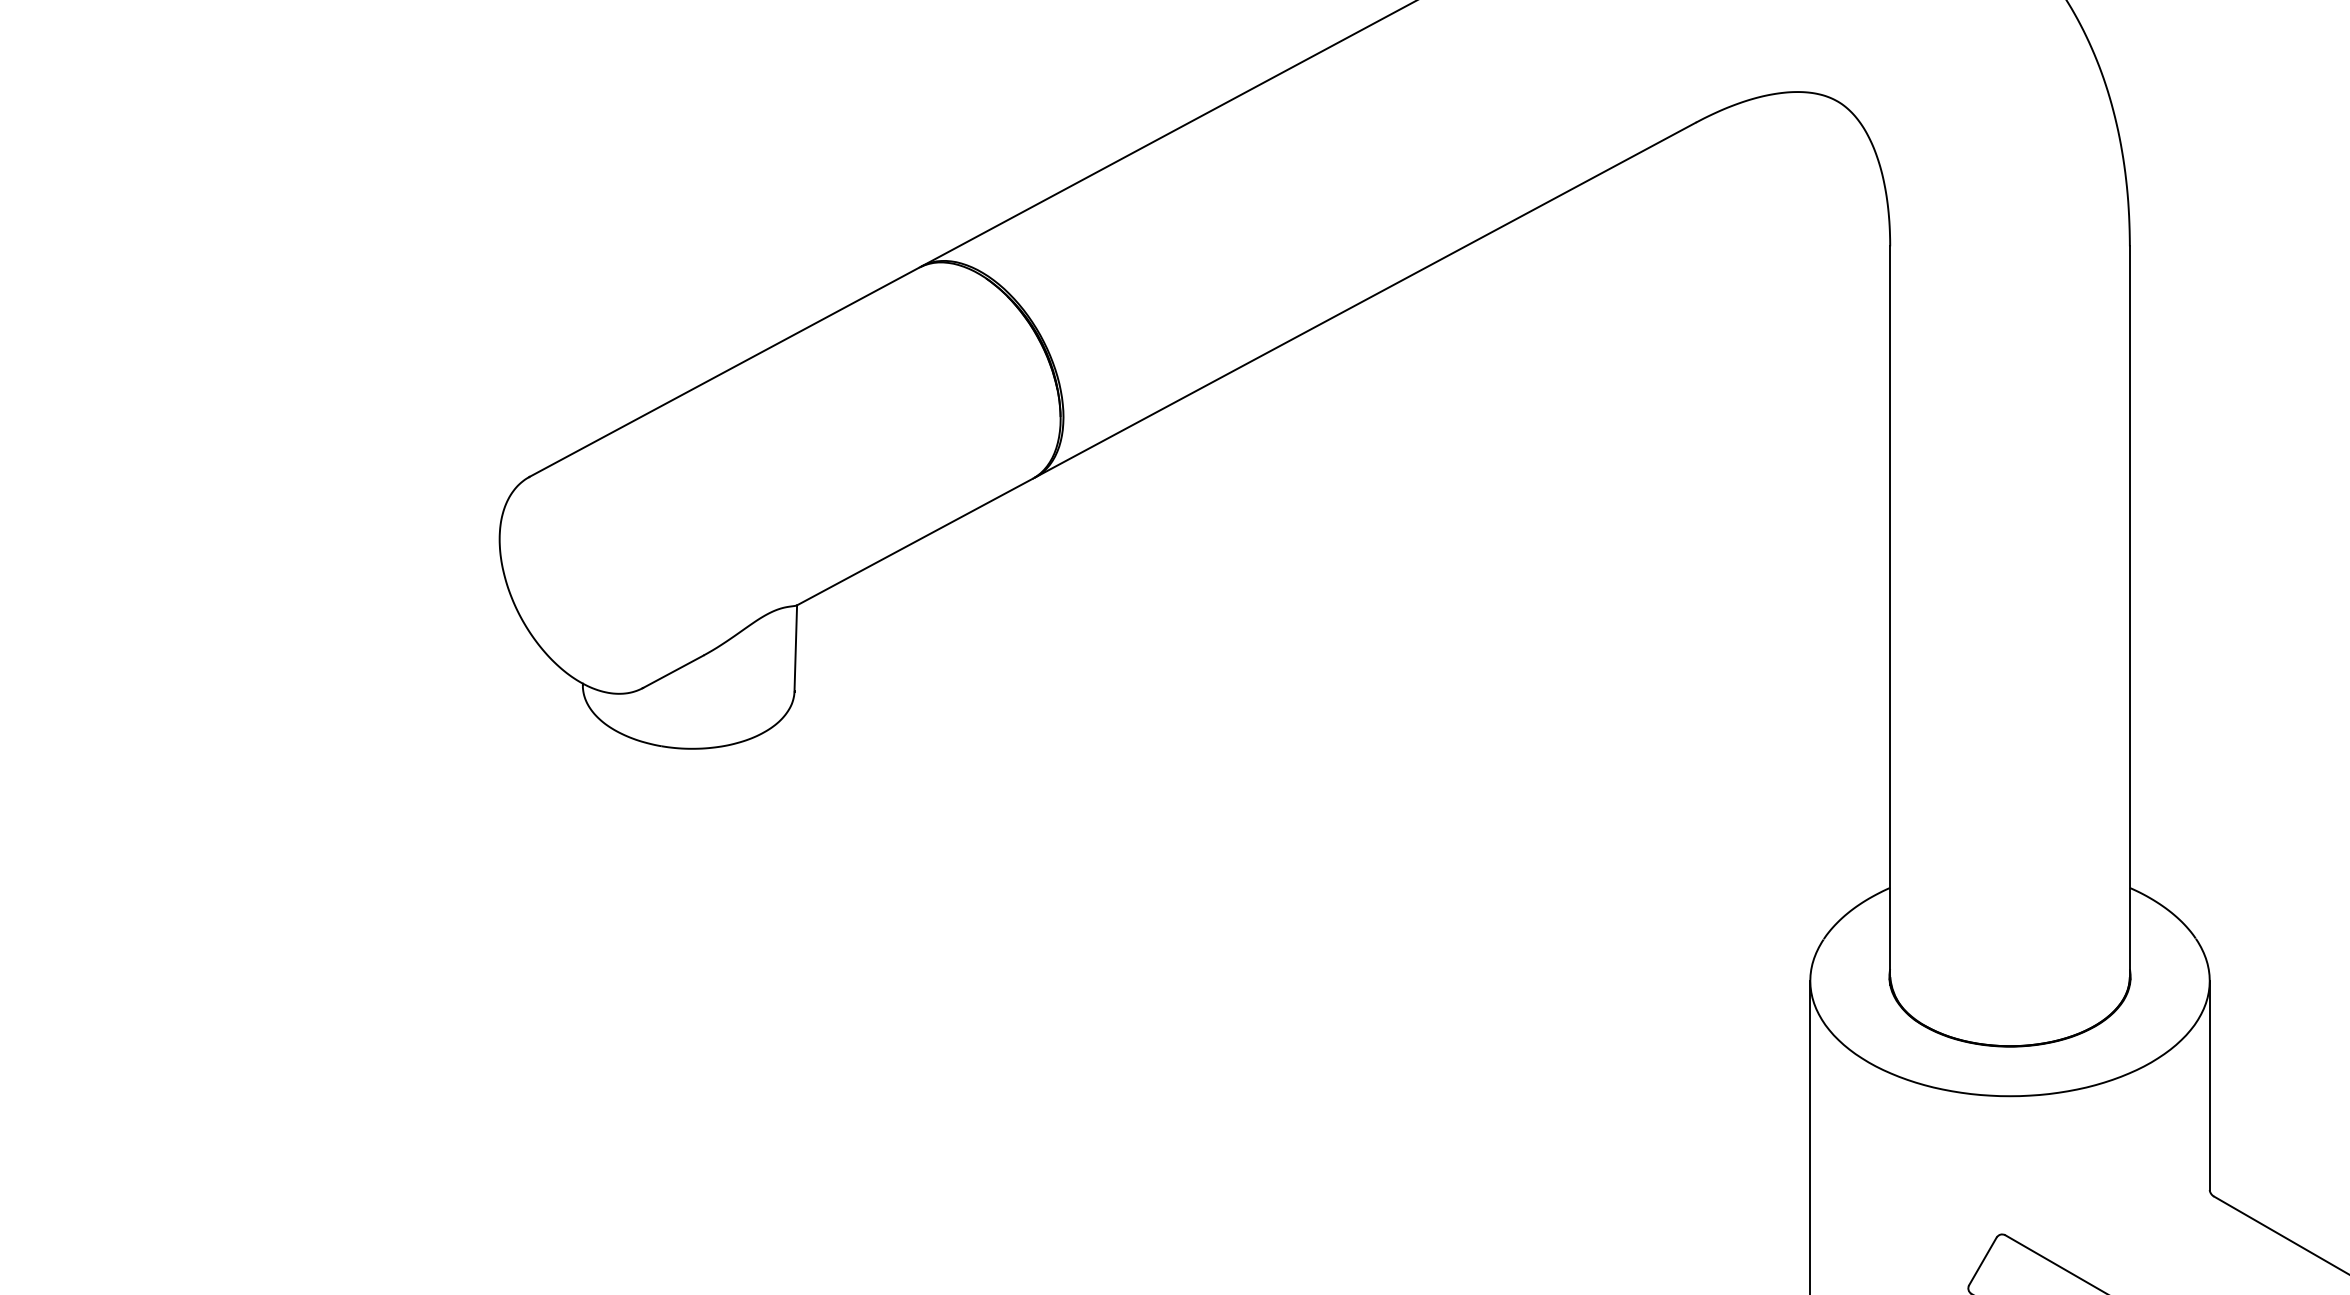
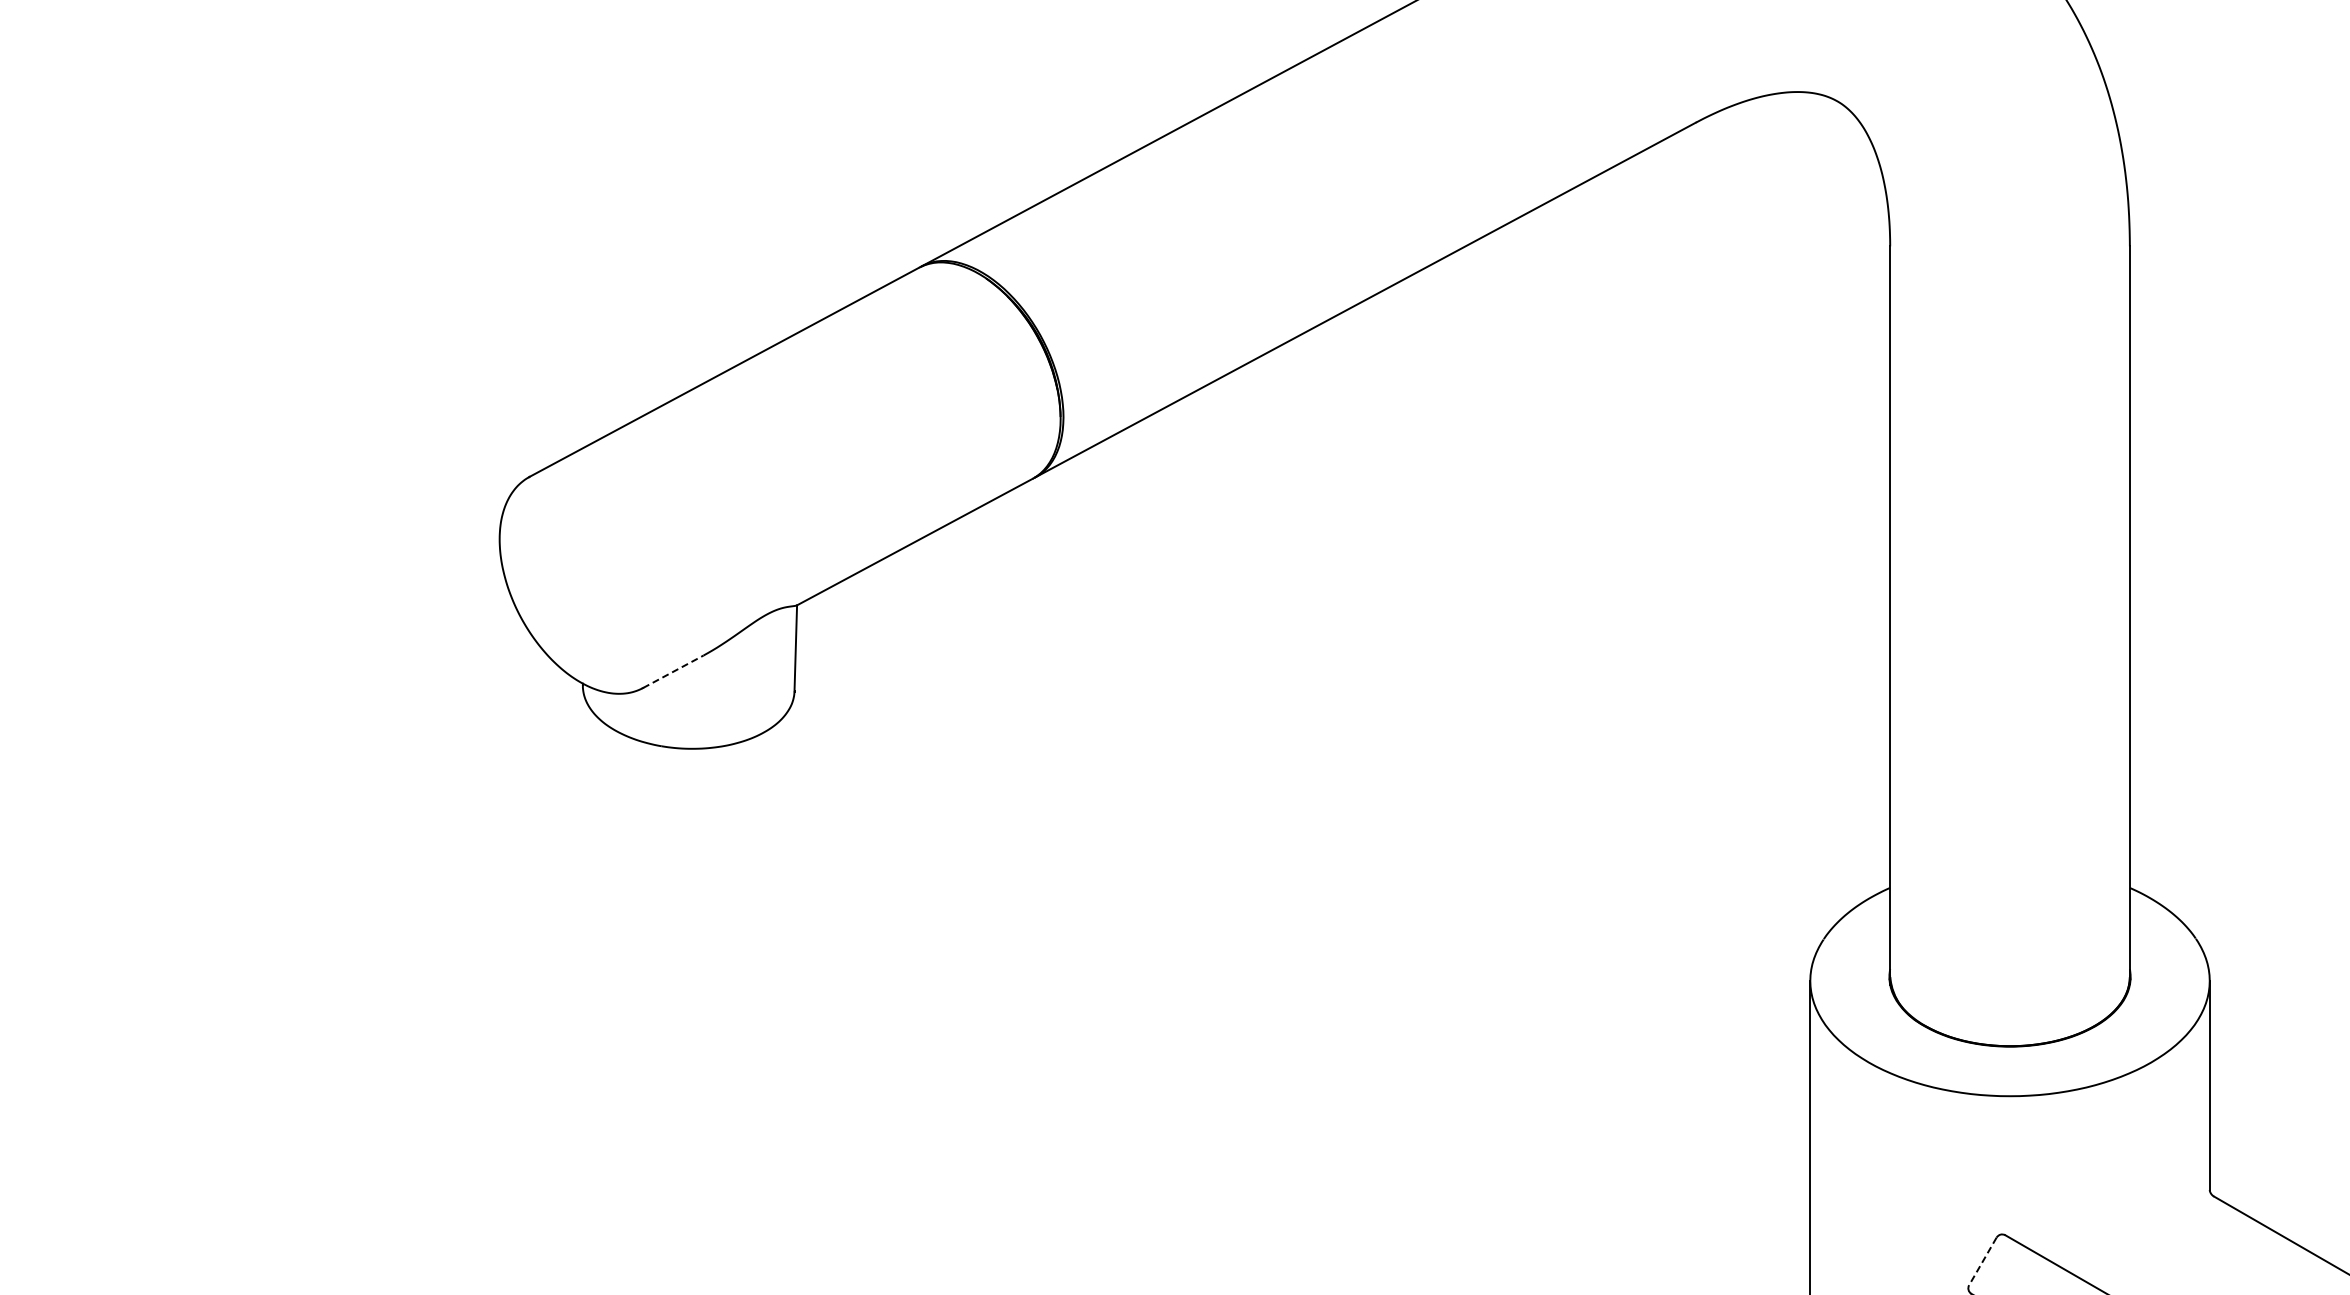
line at (673, 671): solid -> dashed
line at (1982, 1261): solid -> dashed
